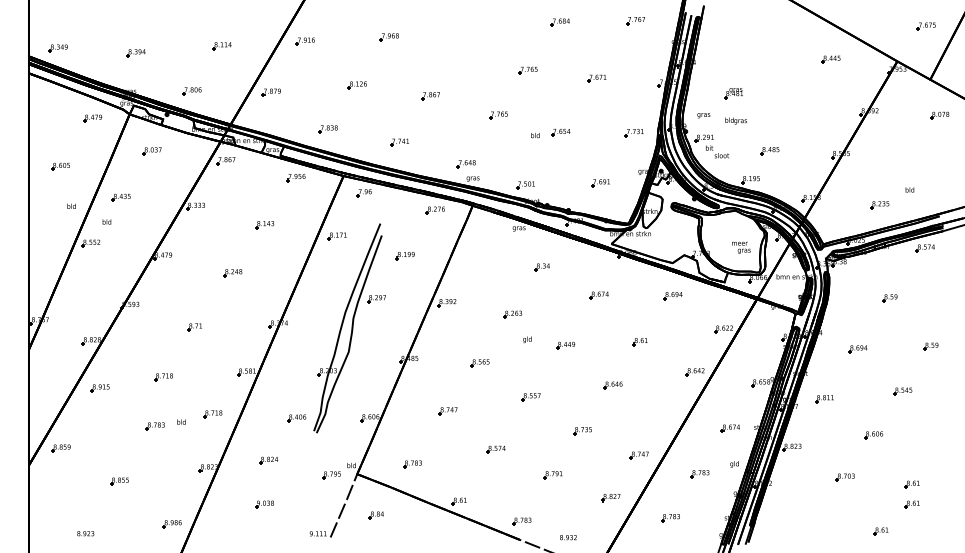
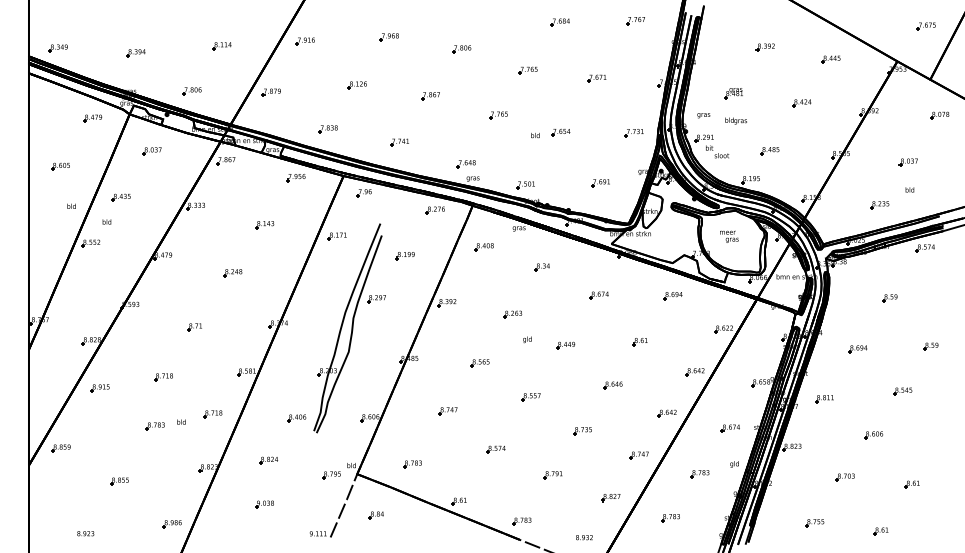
part at (764, 47): none -> present
part at (461, 49): none -> present
part at (801, 103): none -> present
part at (907, 162): none -> present
part at (483, 247): none -> present
text at (741, 247) position: (741, 247) -> (729, 236)
part at (666, 413): none -> present
part at (911, 504): present -> none
part at (814, 523): none -> present
text at (568, 537) position: (568, 537) -> (584, 537)
